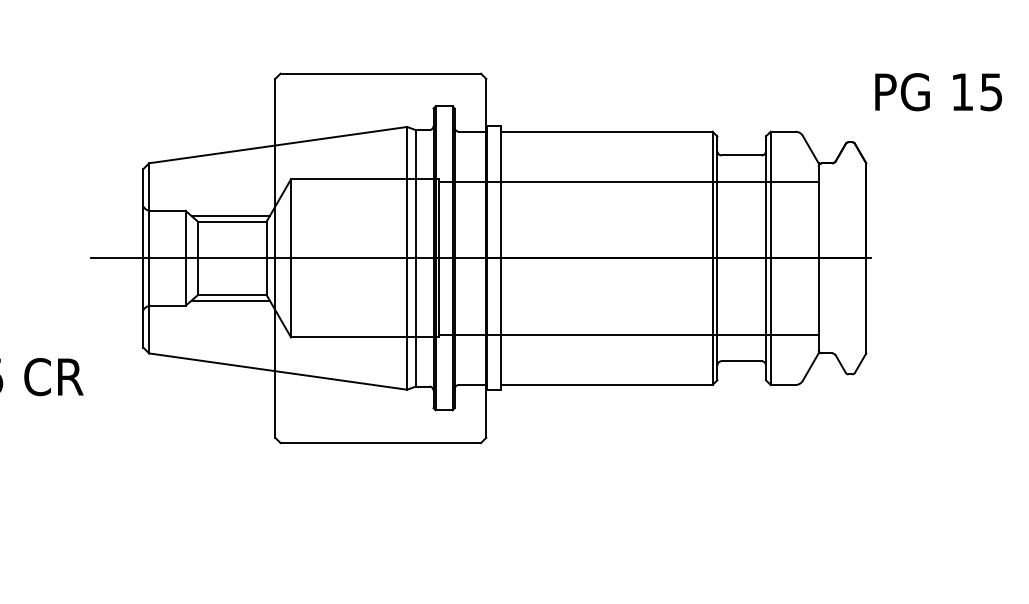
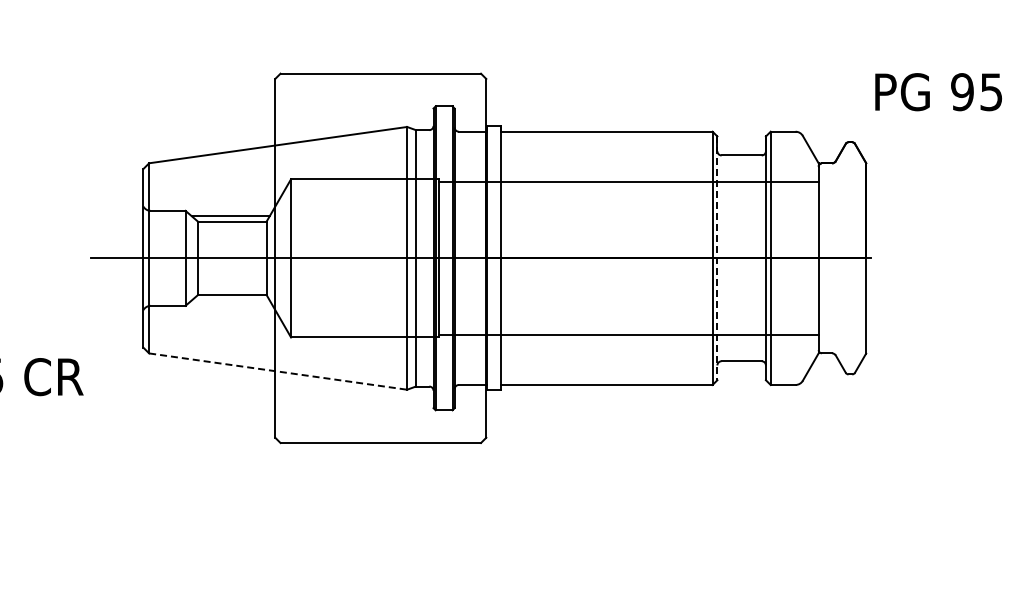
text at (962, 92): 15 -> 95
line at (717, 258): solid -> dashed
line at (230, 300): present -> none
line at (278, 371): solid -> dashed
